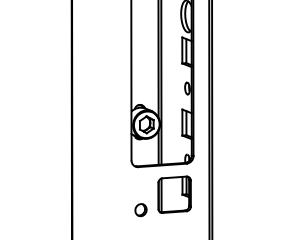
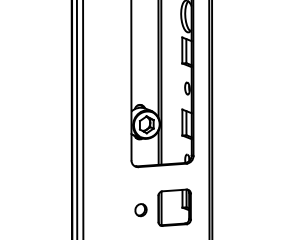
line at (76, 119): none -> present
line at (83, 119): none -> present
part at (174, 194) position: (174, 194) -> (174, 207)
